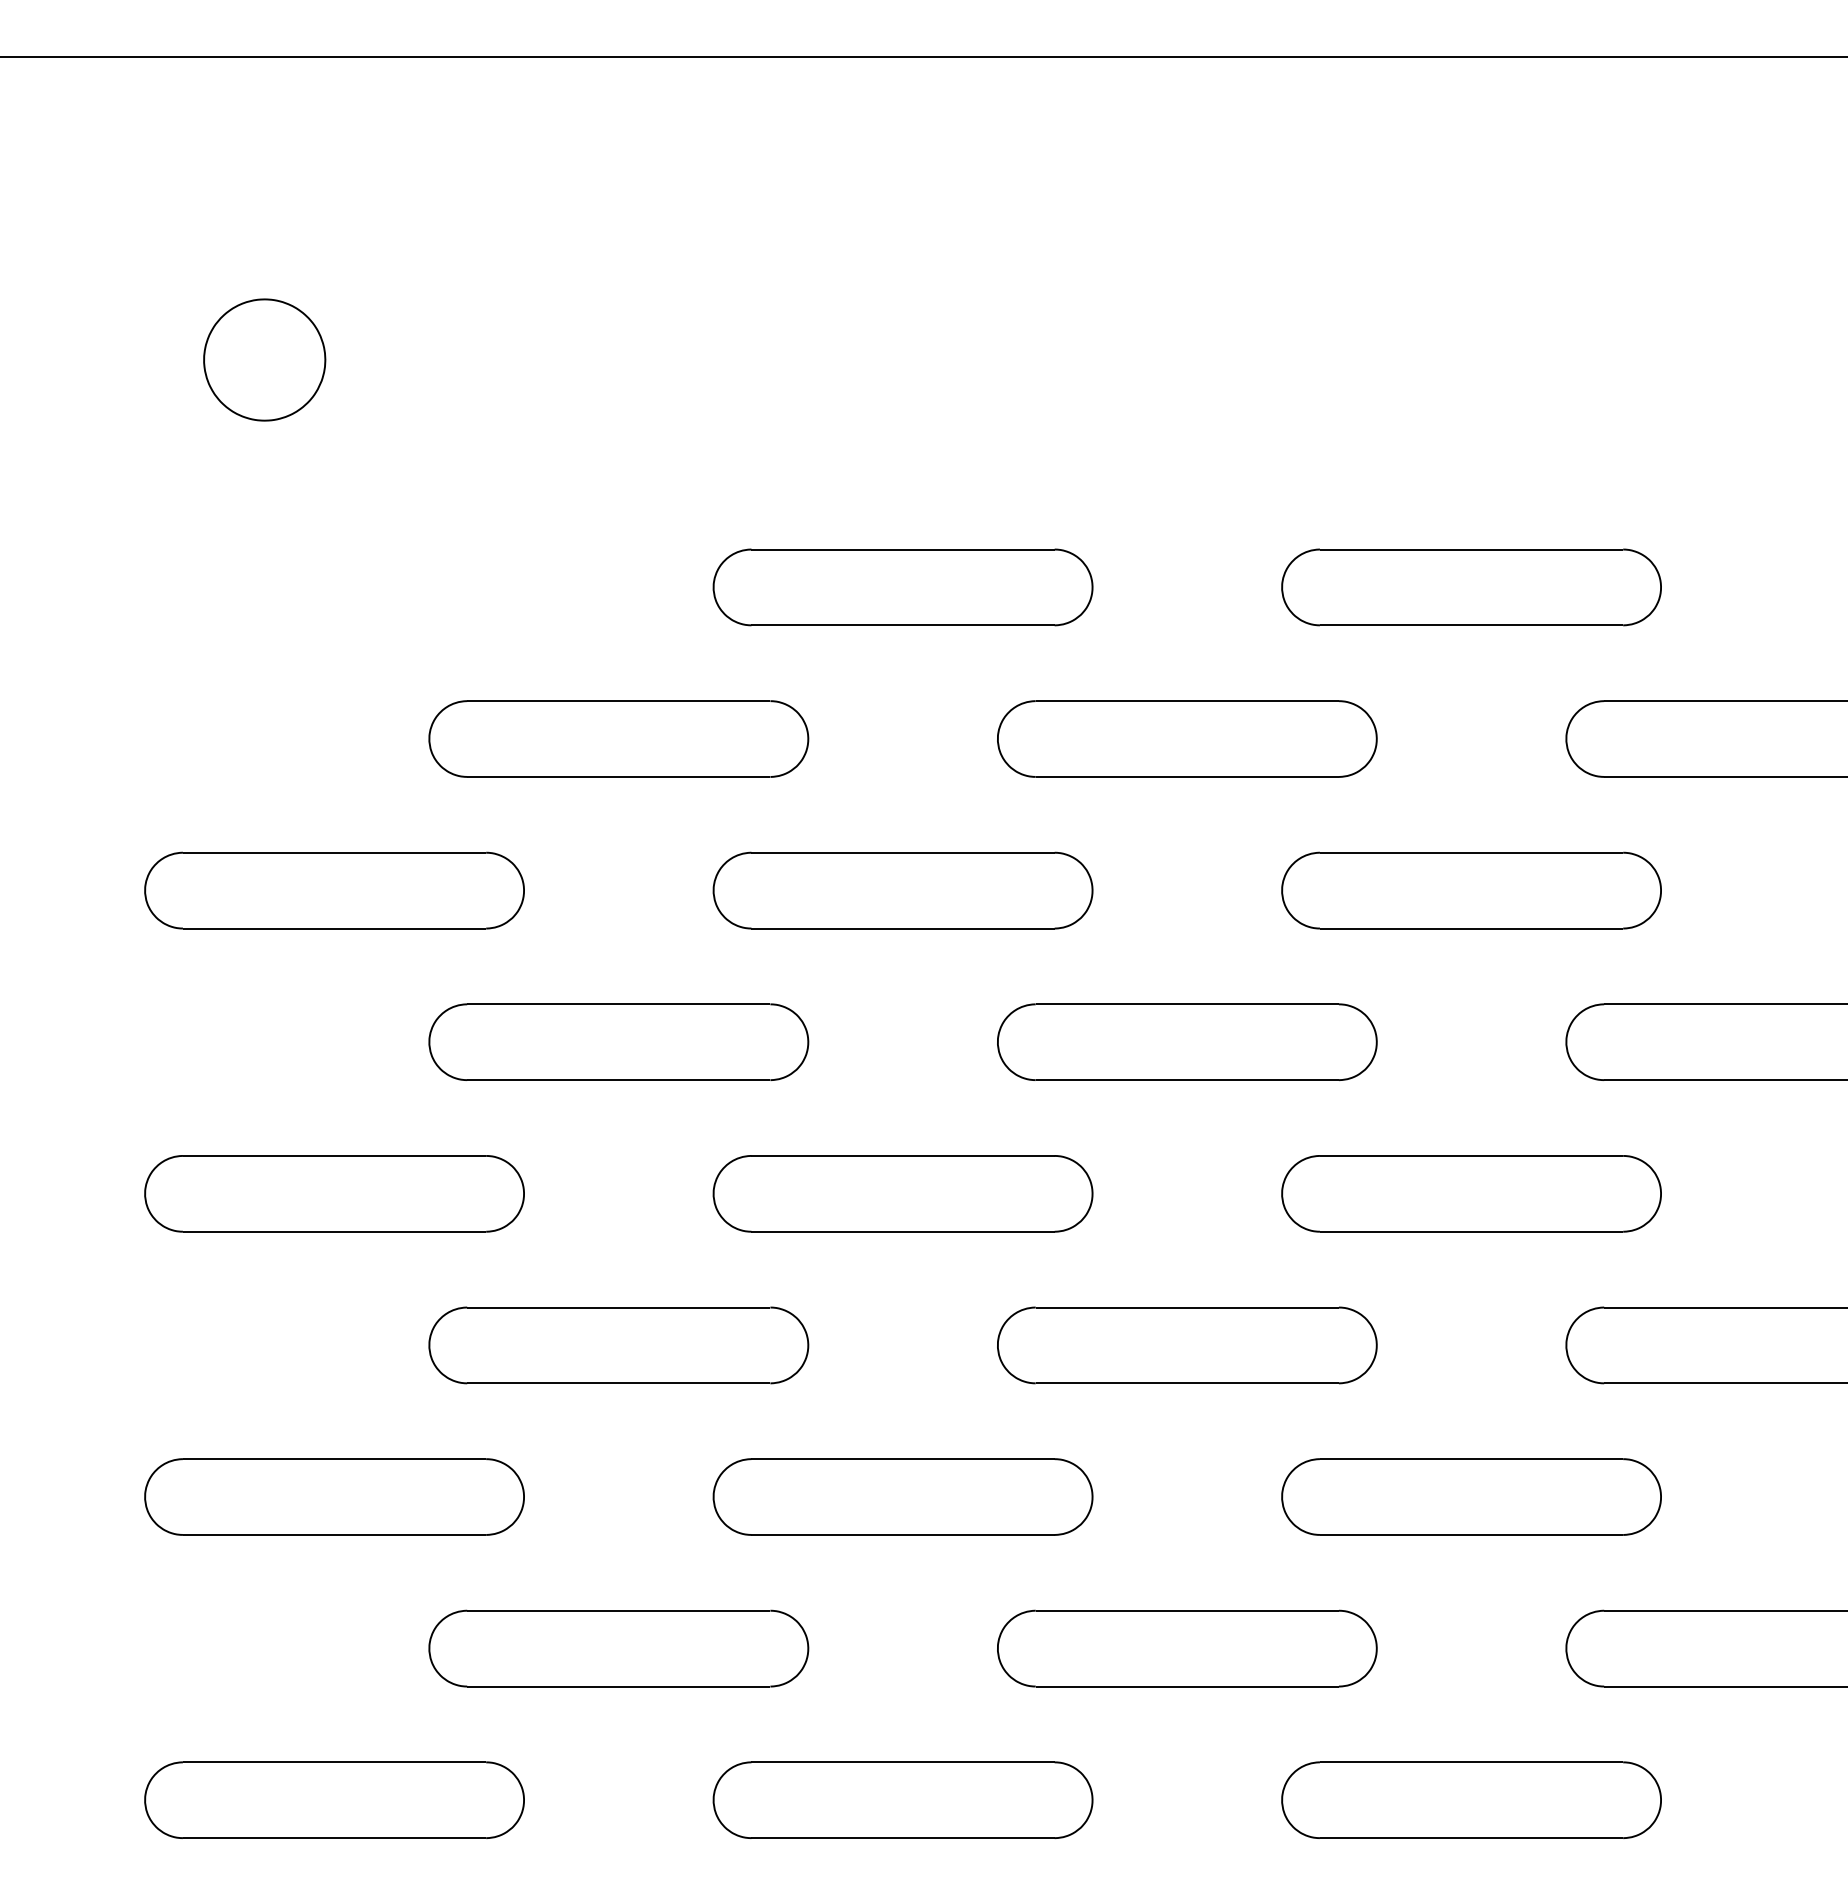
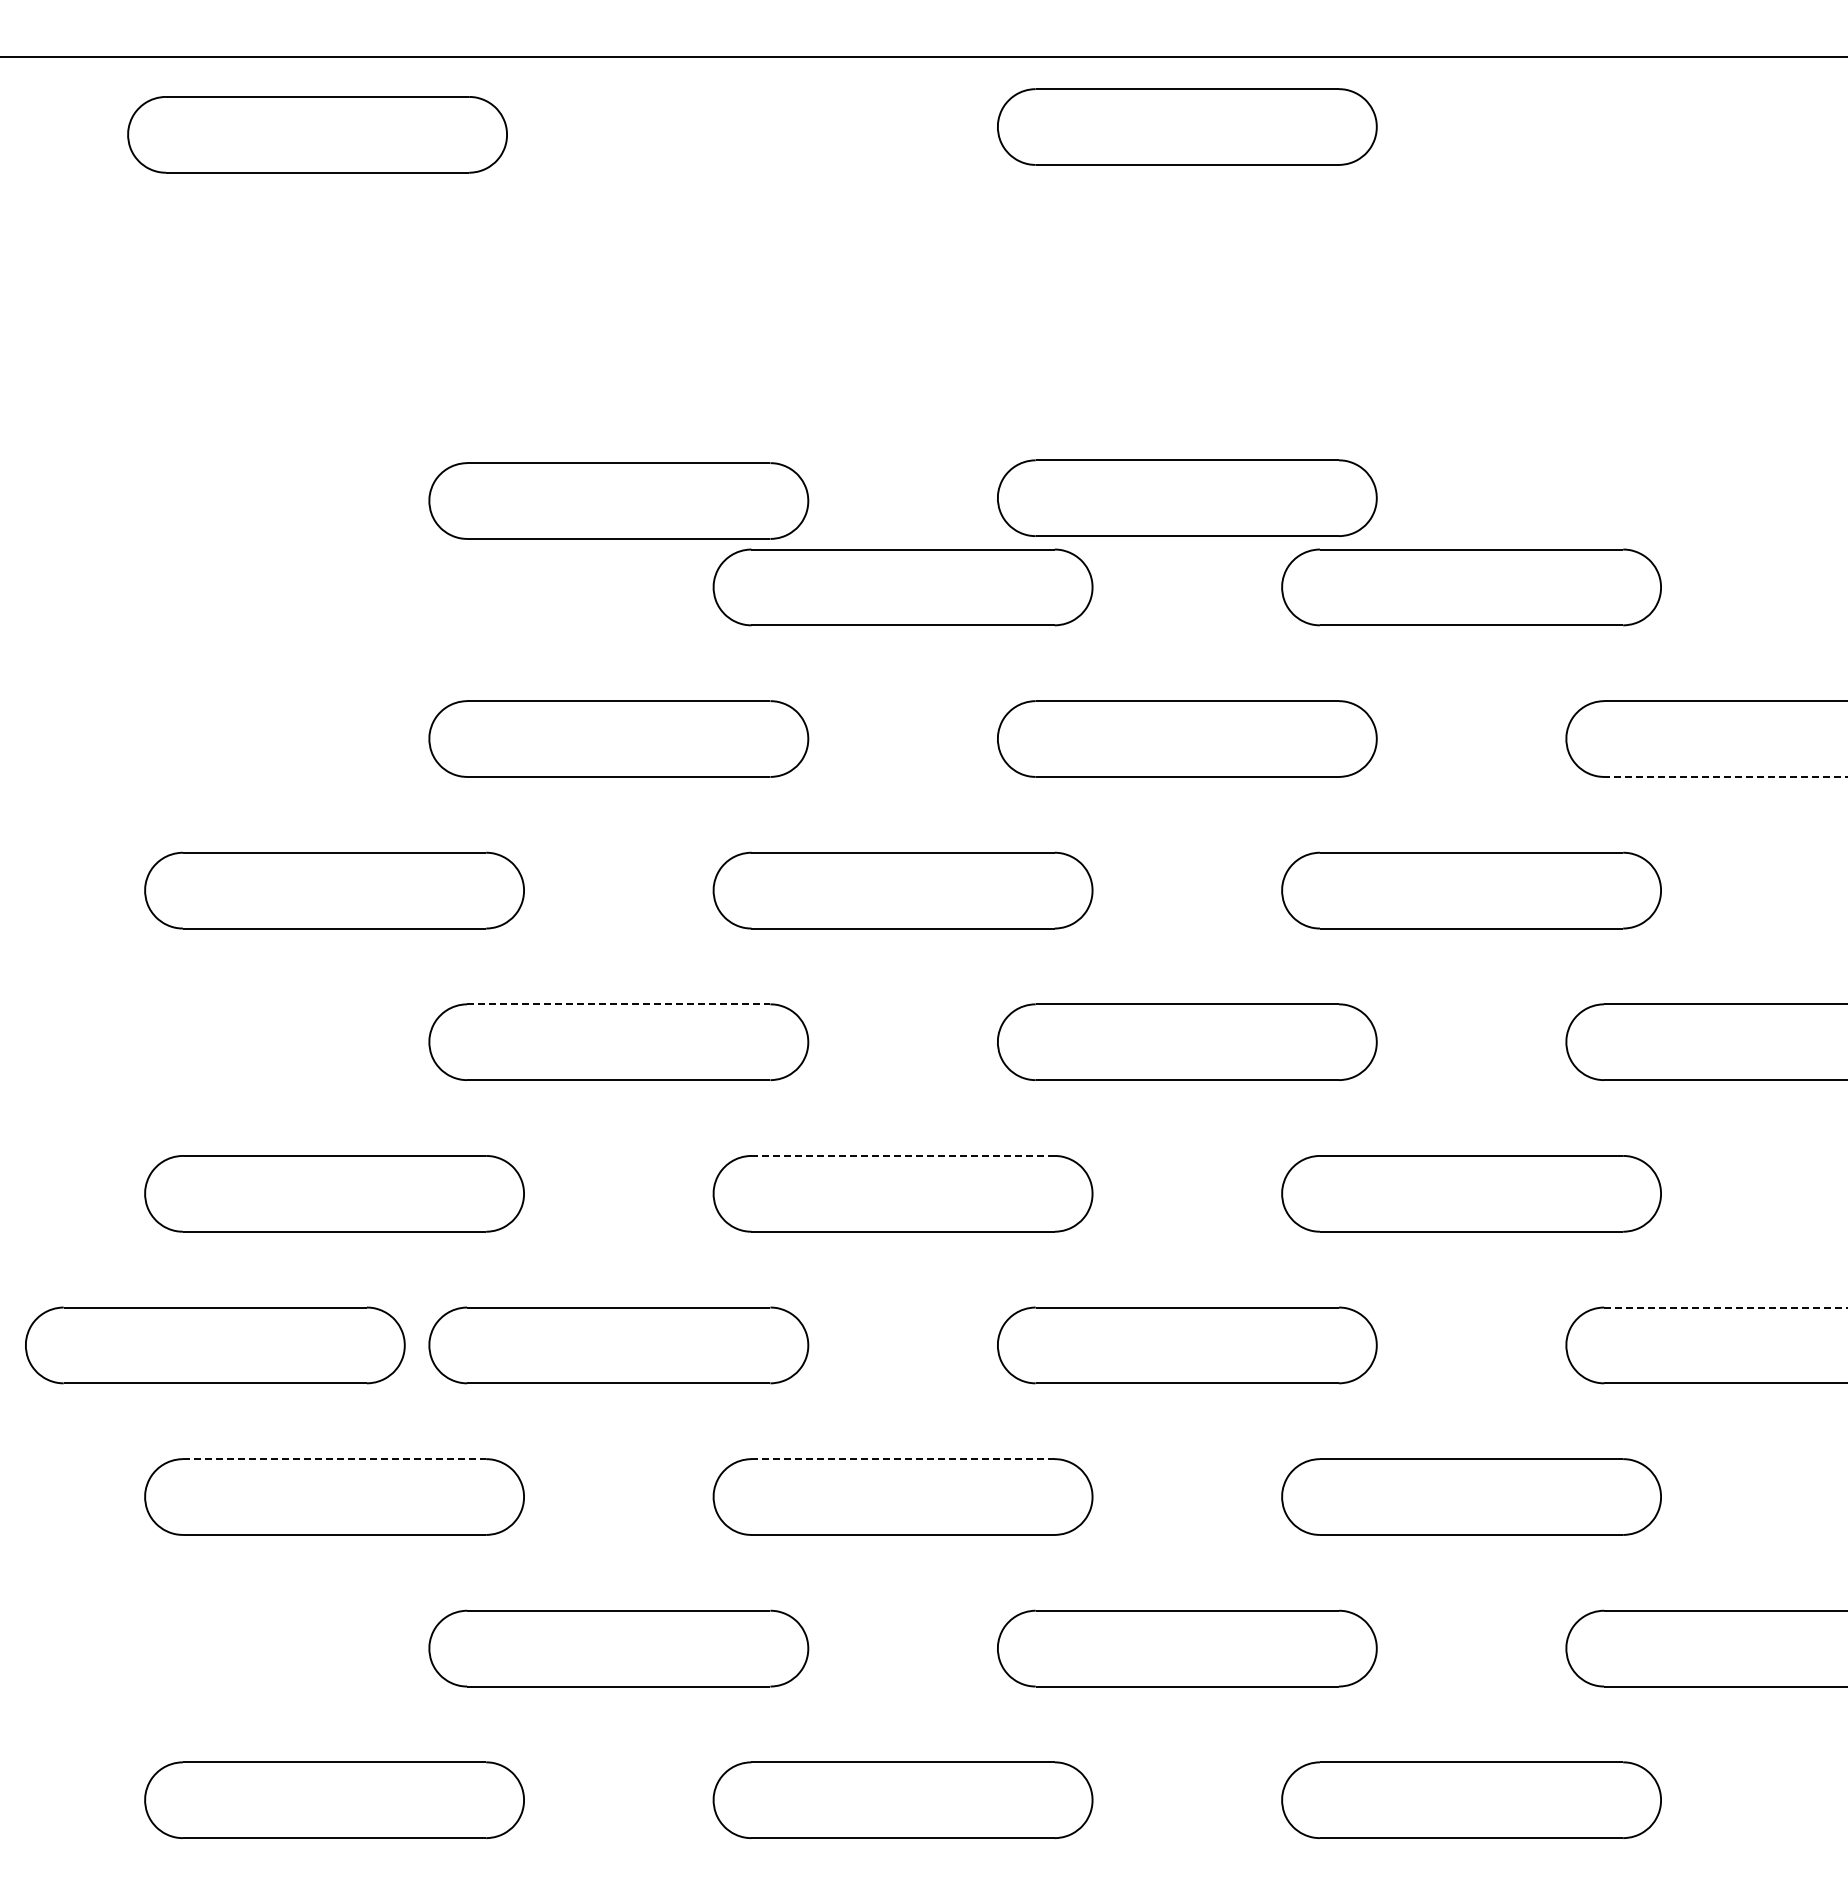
part at (1187, 126): none -> present
part at (317, 134): none -> present
part at (264, 359): present -> none
part at (1187, 497): none -> present
part at (618, 500): none -> present
line at (1725, 776): solid -> dashed
line at (618, 1004): solid -> dashed
line at (903, 1155): solid -> dashed
line at (1725, 1307): solid -> dashed
part at (215, 1345): none -> present
line at (334, 1459): solid -> dashed
line at (903, 1459): solid -> dashed
